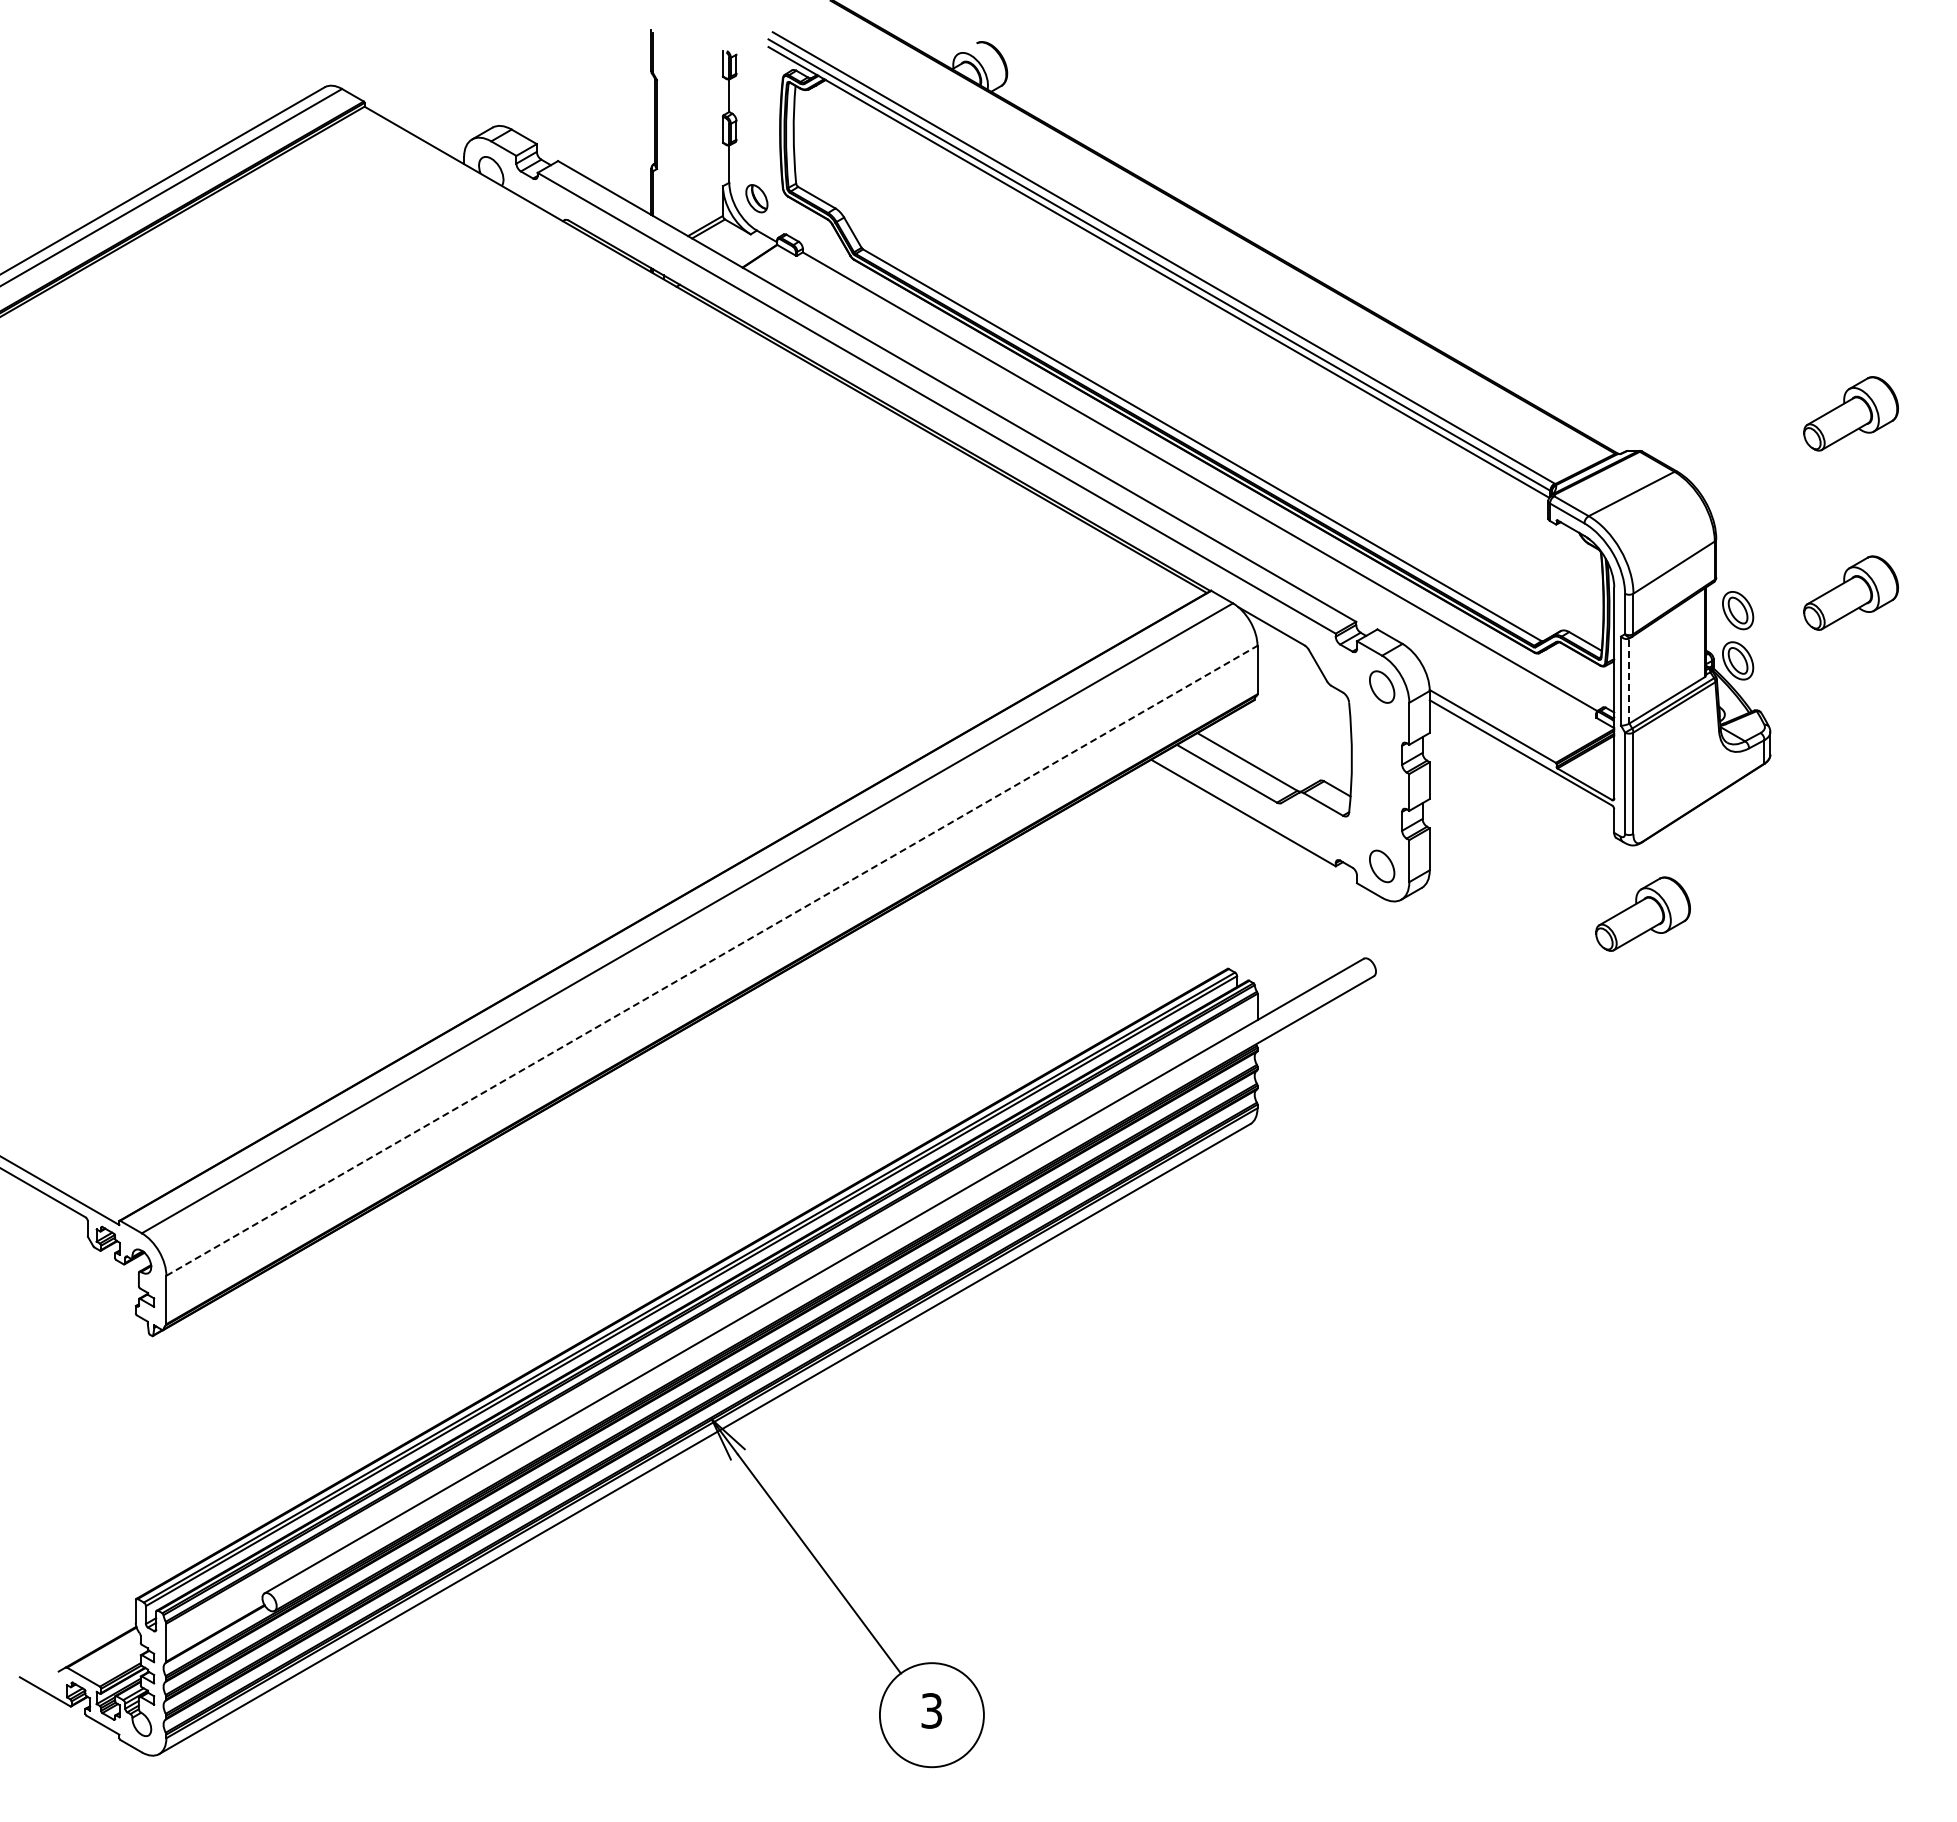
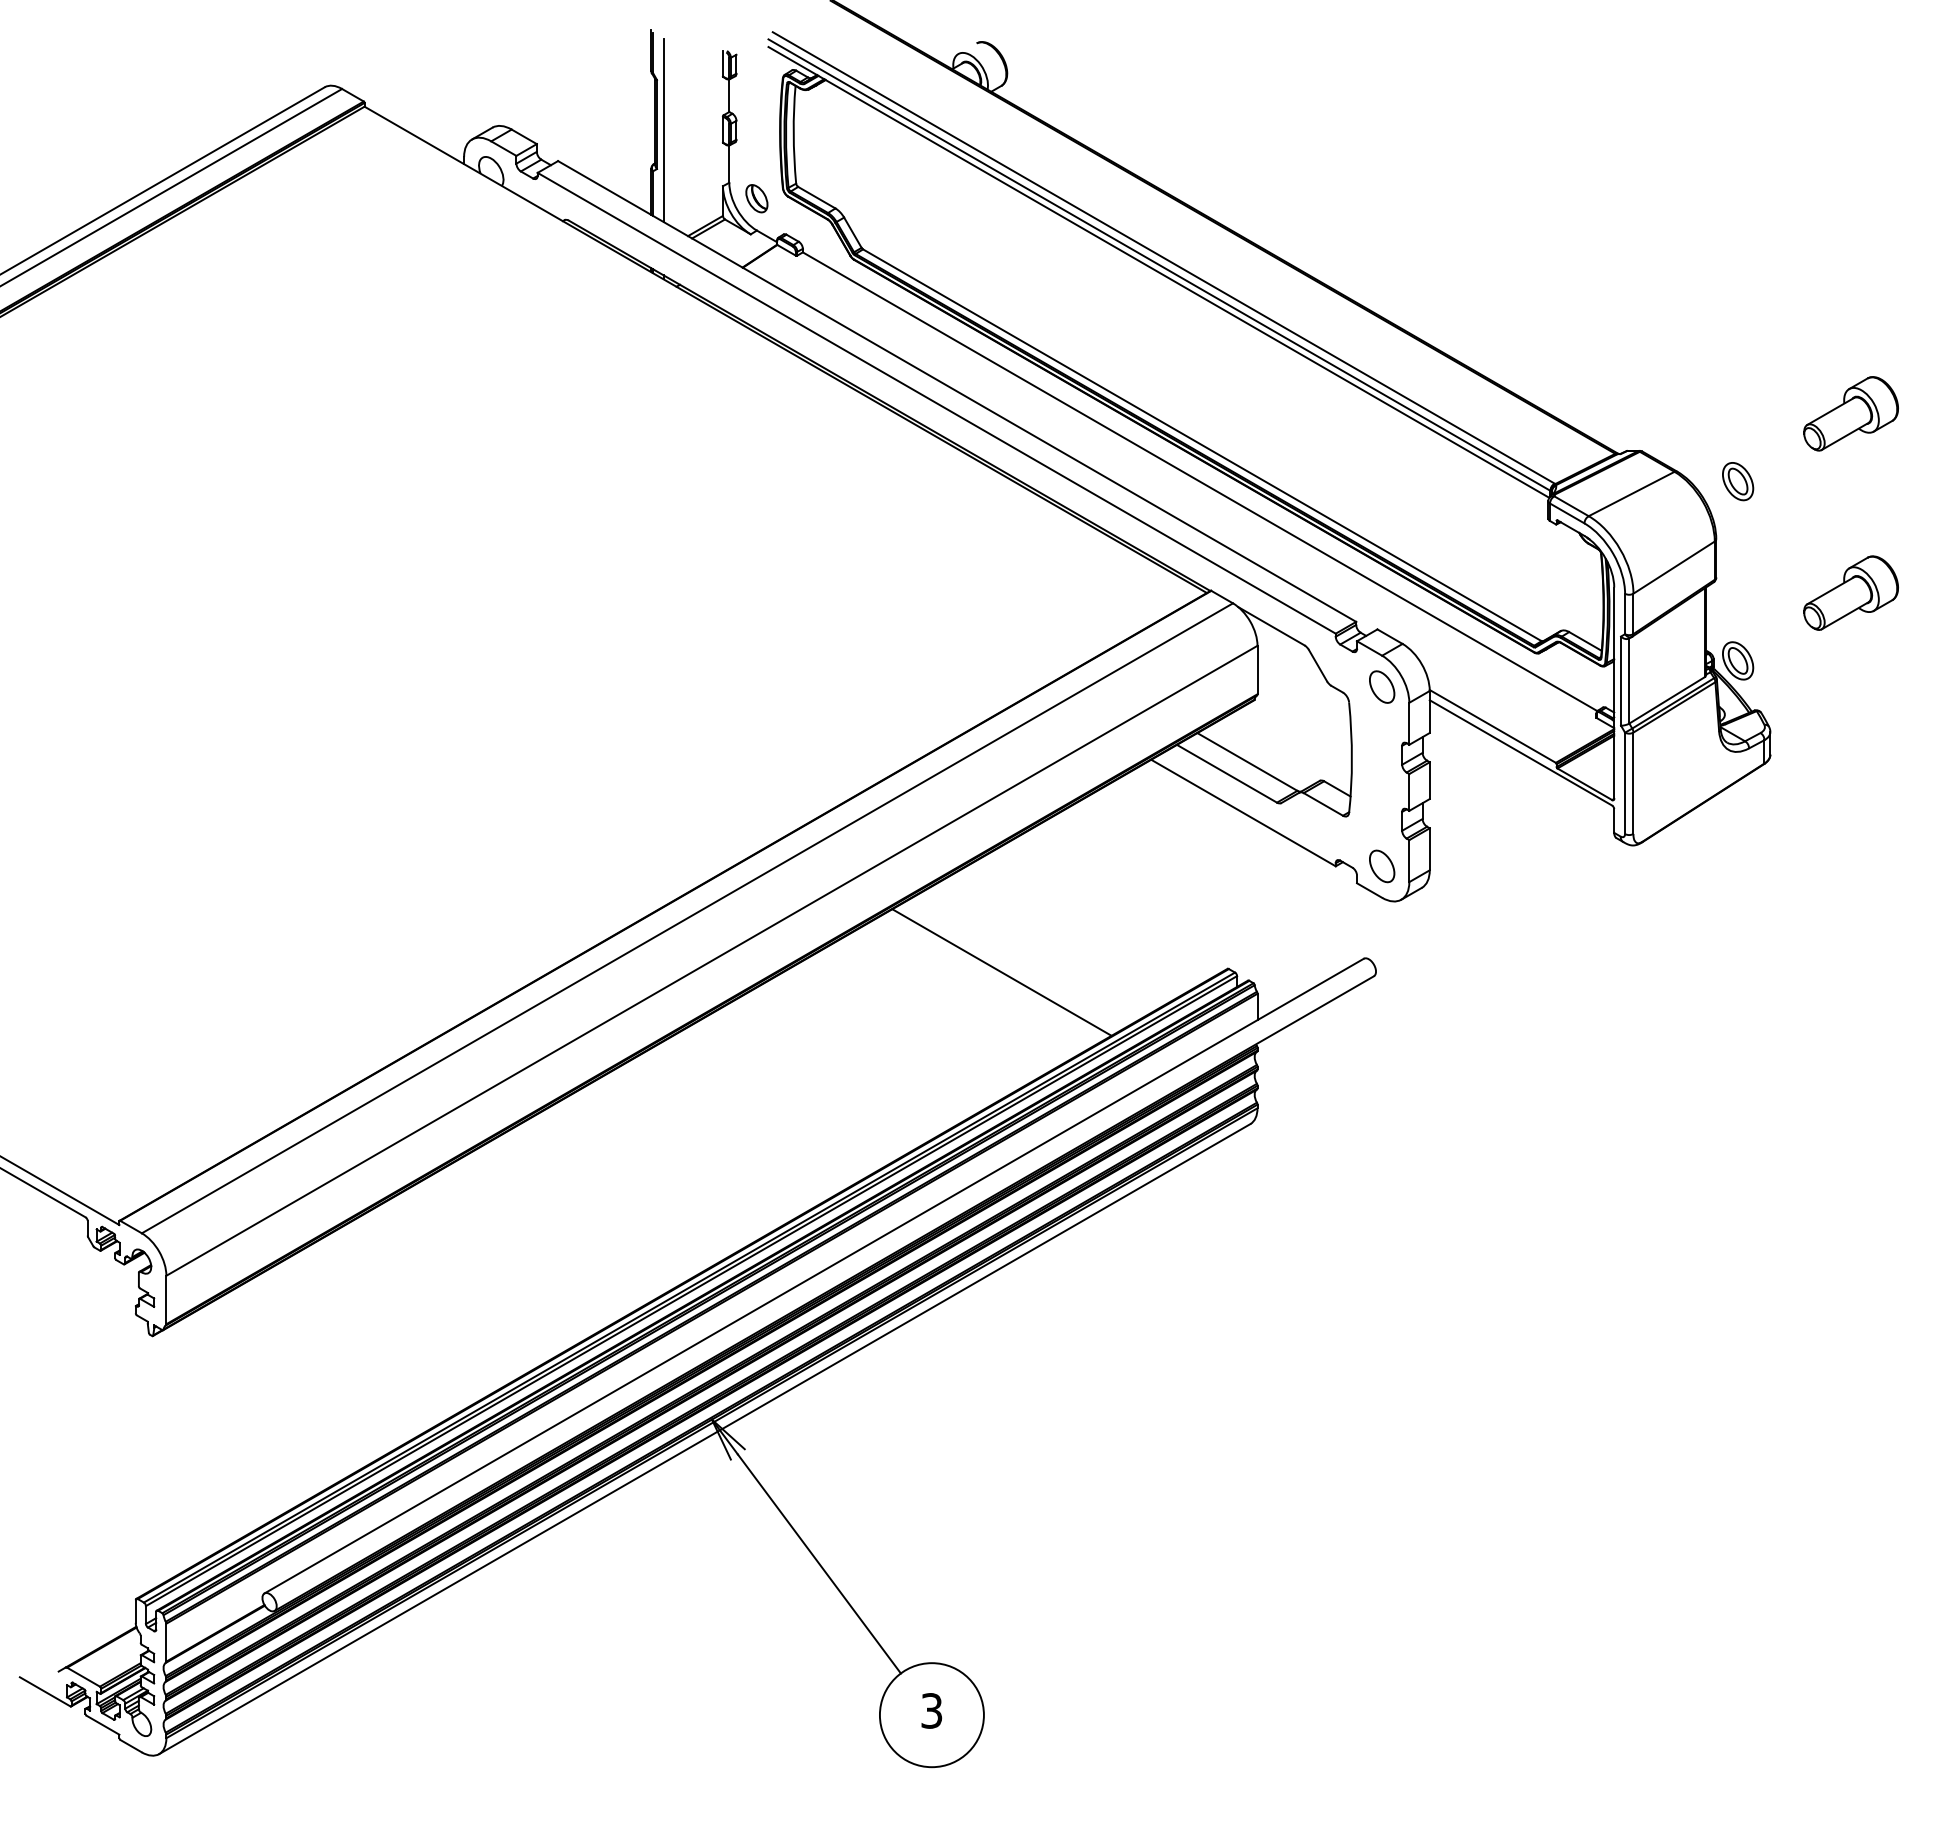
line at (663, 130): none -> present
part at (1738, 610) position: (1738, 610) -> (1738, 481)
line at (1629, 680): dashed -> solid
part at (1642, 913): present -> none
line at (711, 960): dashed -> solid
line at (1001, 972): none -> present
